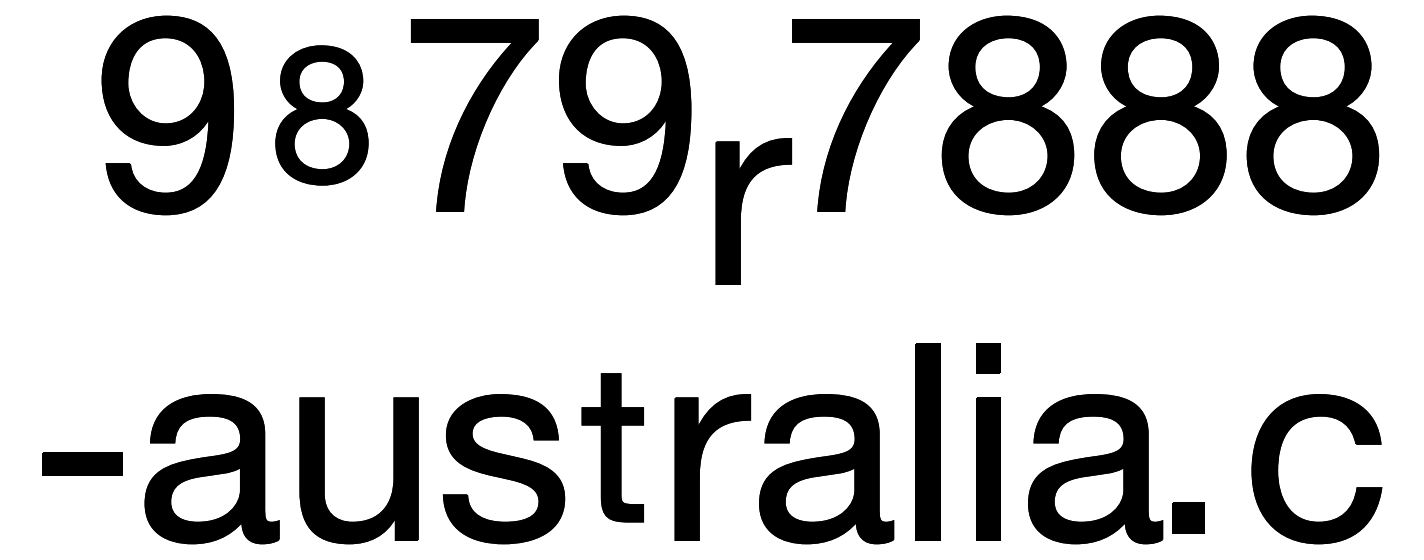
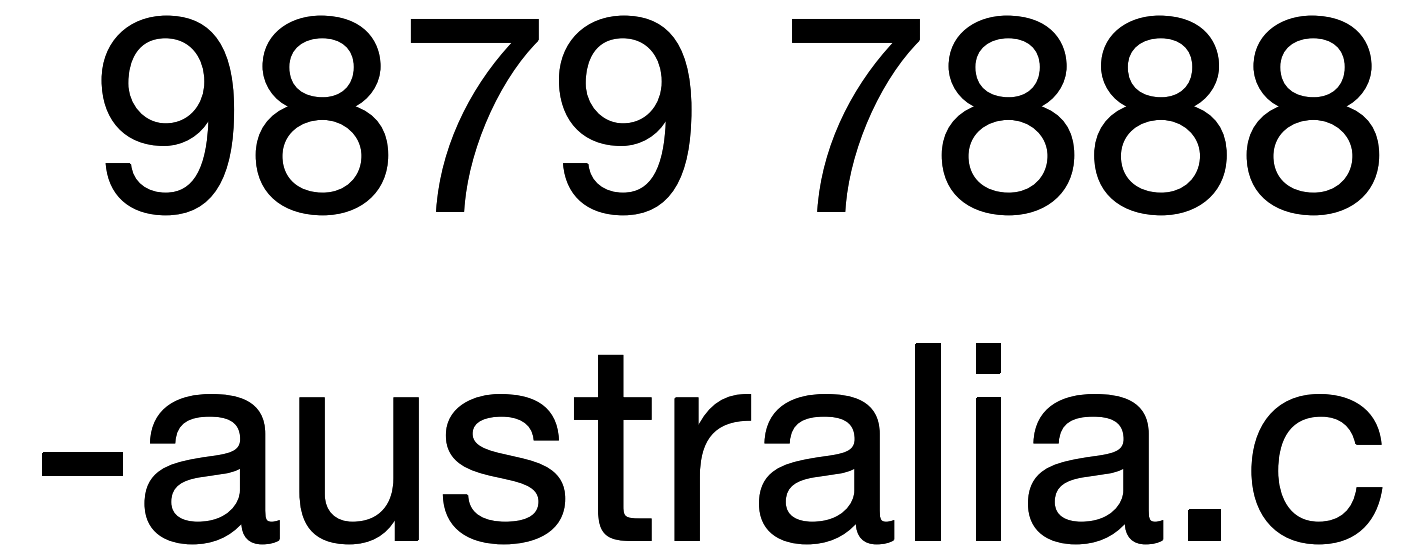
part at (321, 115) size: 94x141 px -> 134x201 px
part at (741, 211): present -> none
part at (612, 447) size: 63x150 px -> 78x187 px
part at (1188, 517) position: (1188, 517) -> (1204, 524)
